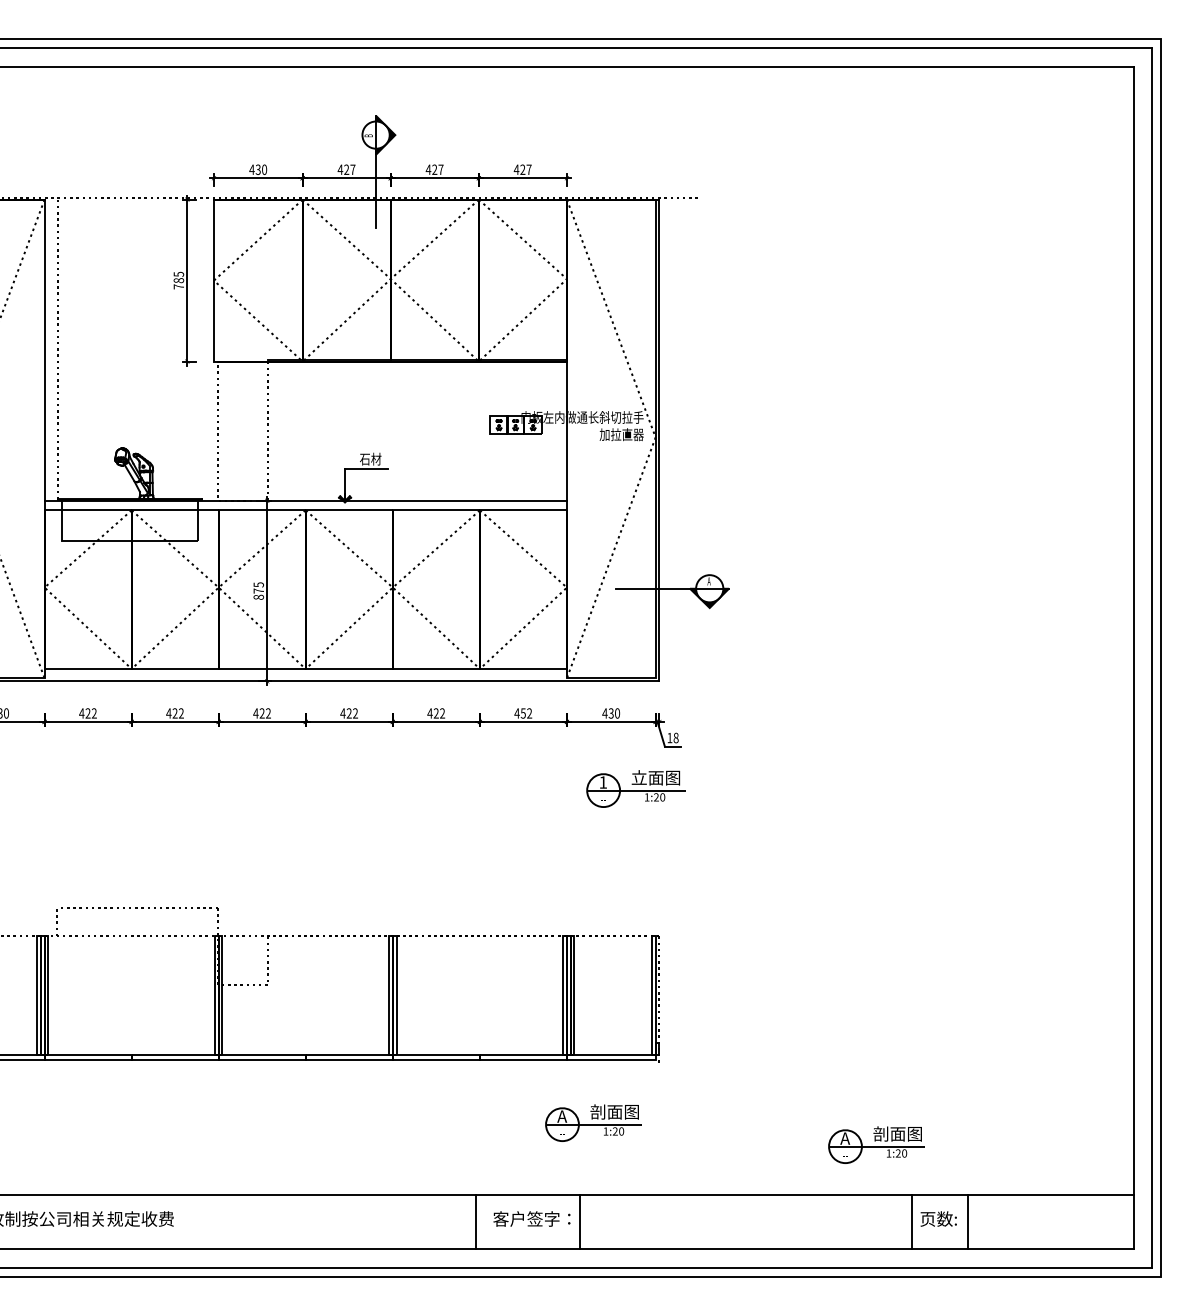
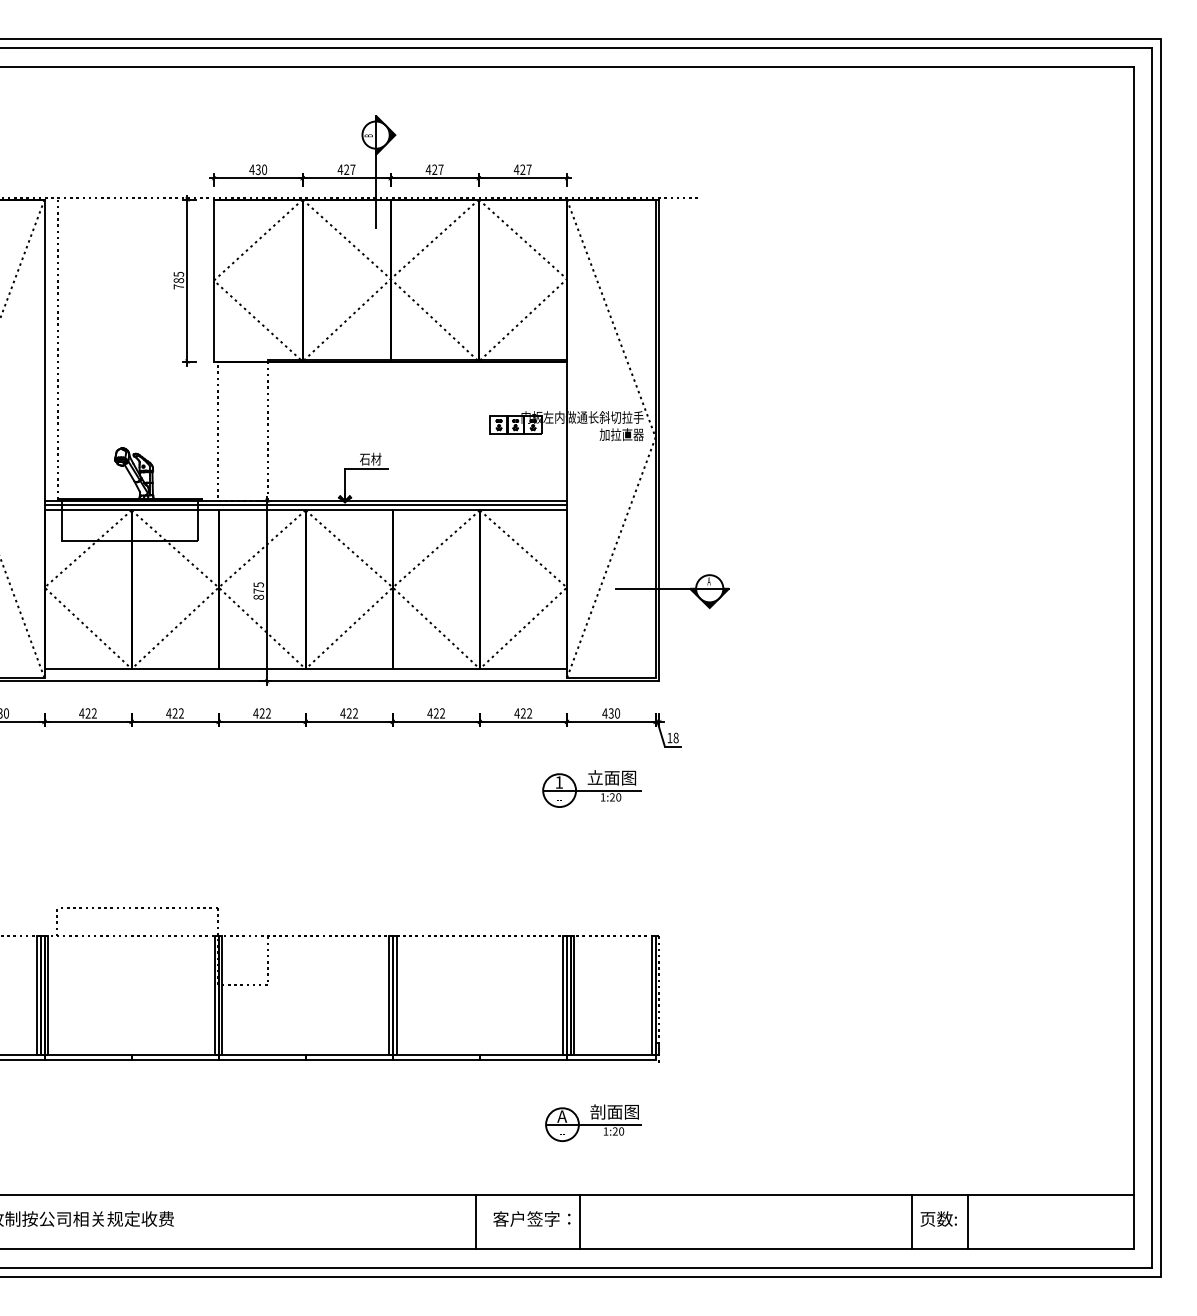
line at (305, 504): none -> present
text at (522, 713): 452 -> 422
part at (635, 788) position: (635, 788) -> (591, 788)
part at (876, 1144): present -> none
